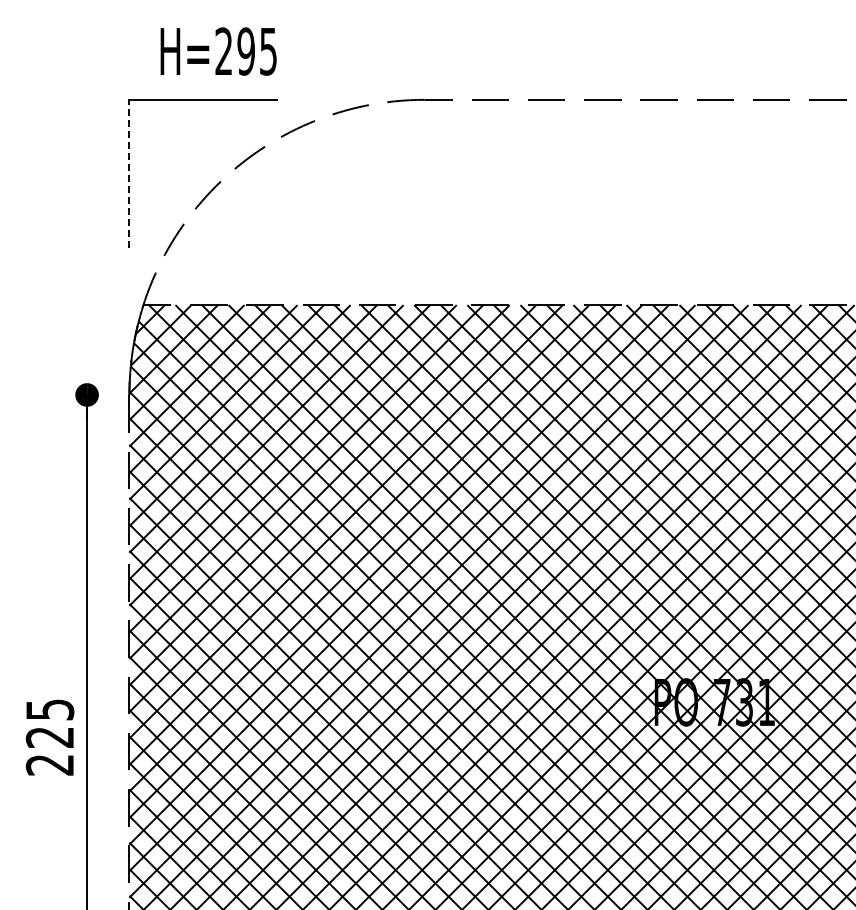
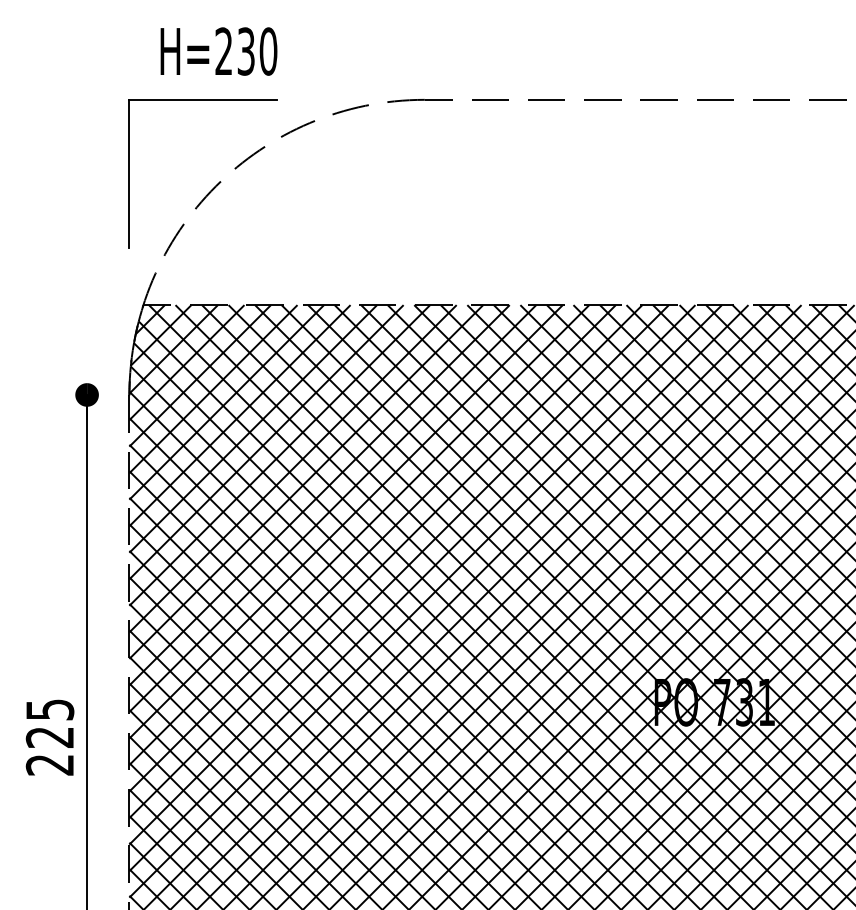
text at (257, 51): H=295 -> H=230
line at (129, 173): dashed -> solid
